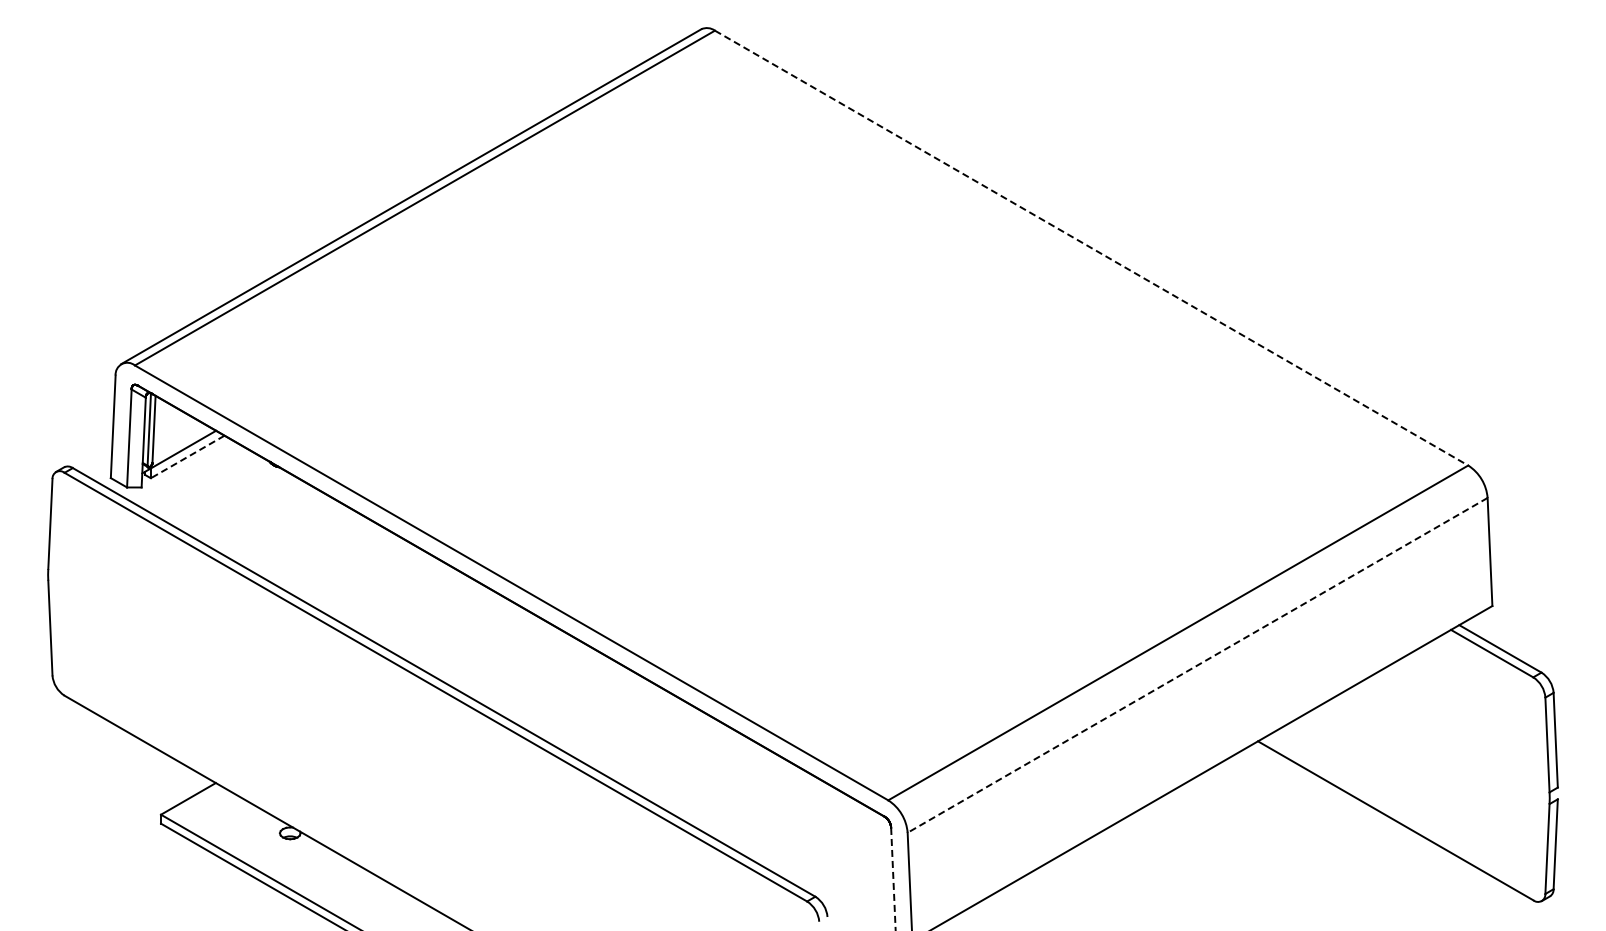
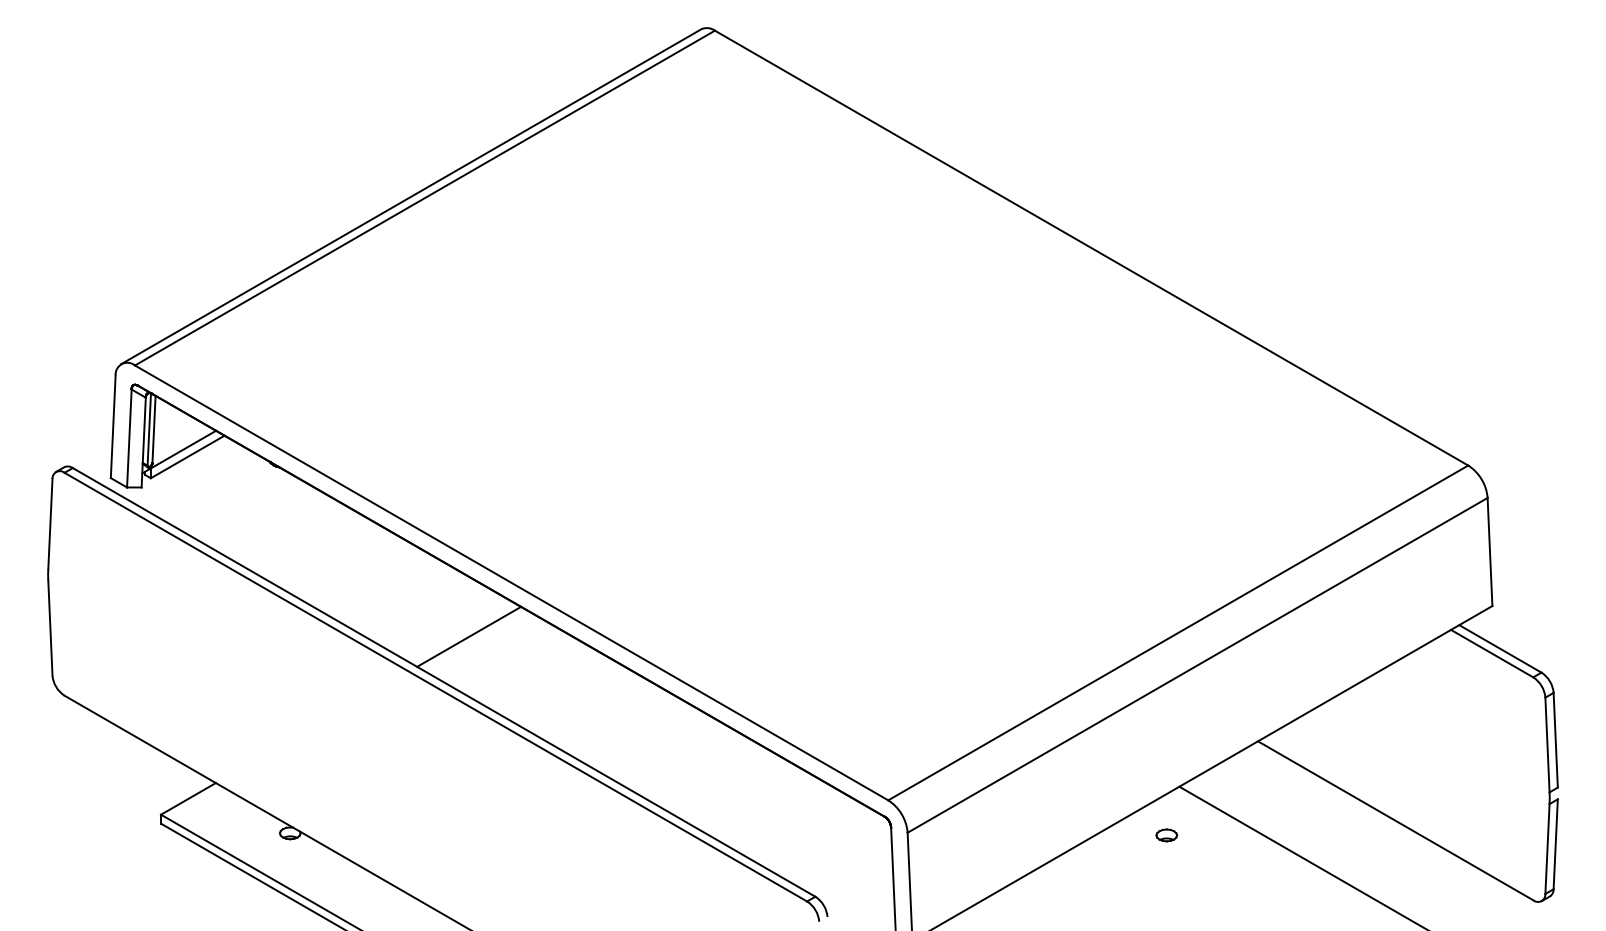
line at (1091, 248): dashed -> solid
line at (187, 456): dashed -> solid
line at (469, 636): none -> present
line at (1197, 665): dashed -> solid
part at (1166, 835): none -> present
line at (1301, 856): none -> present
line at (893, 879): dashed -> solid
